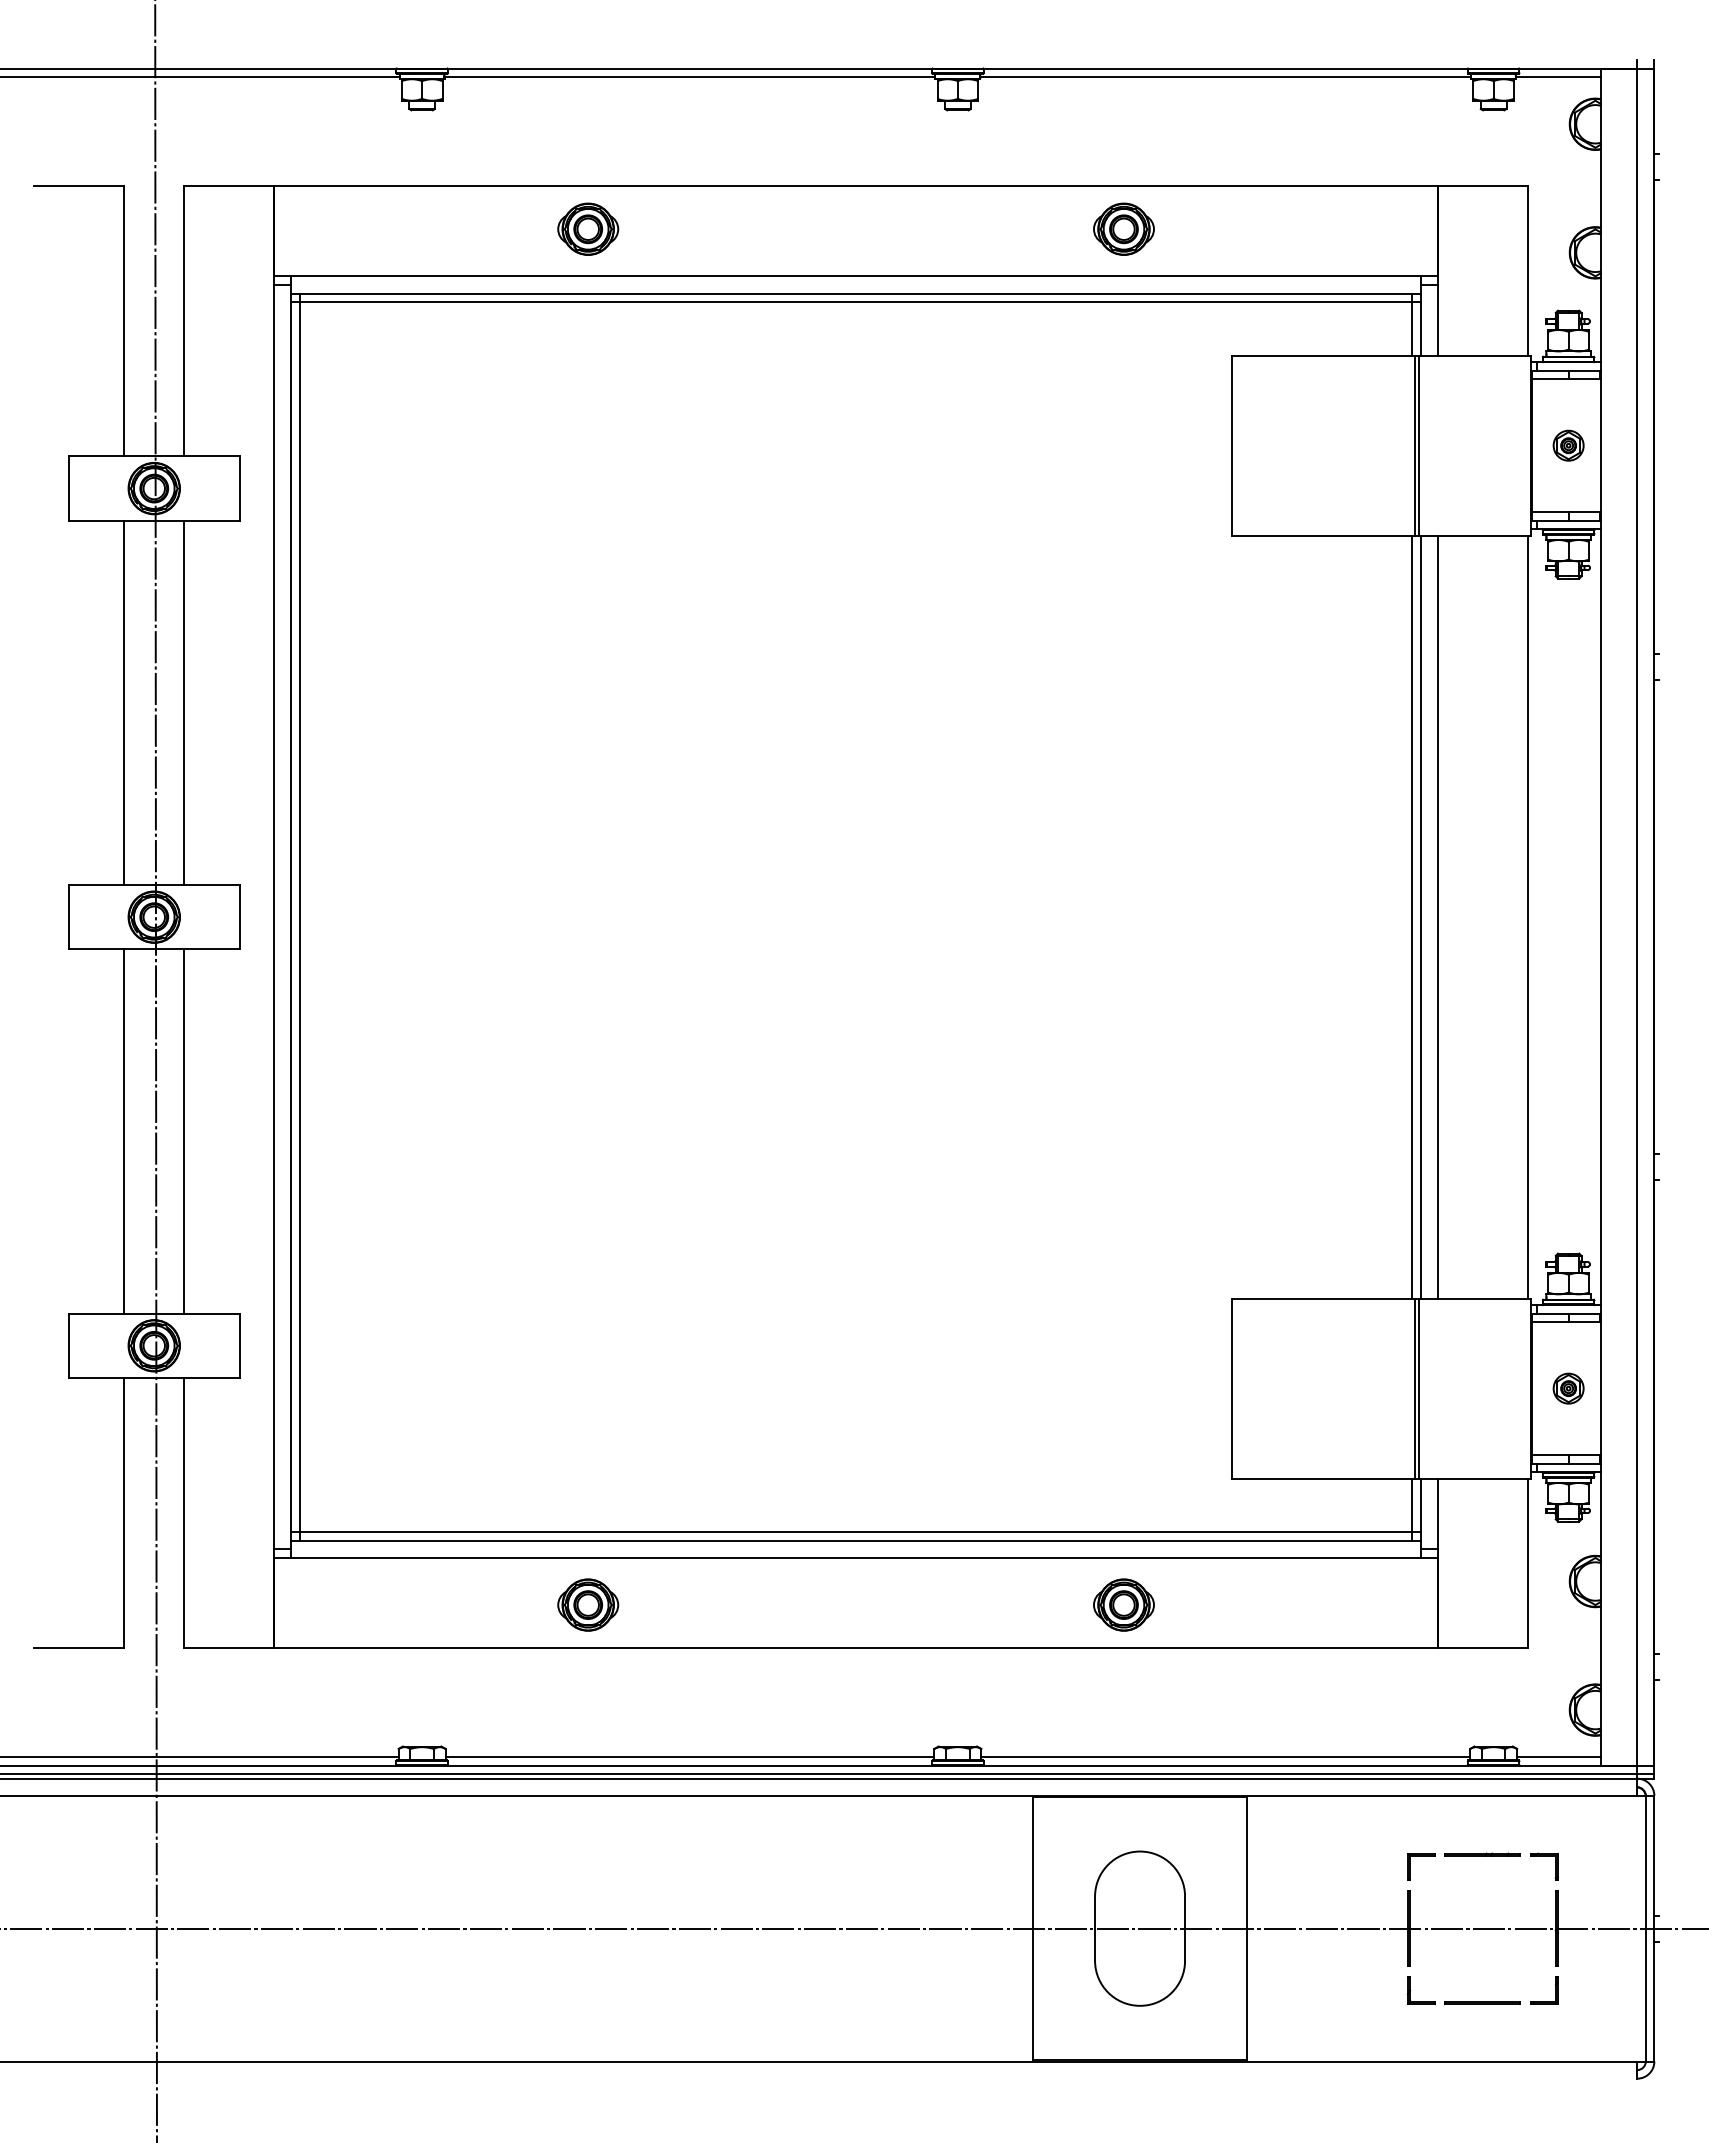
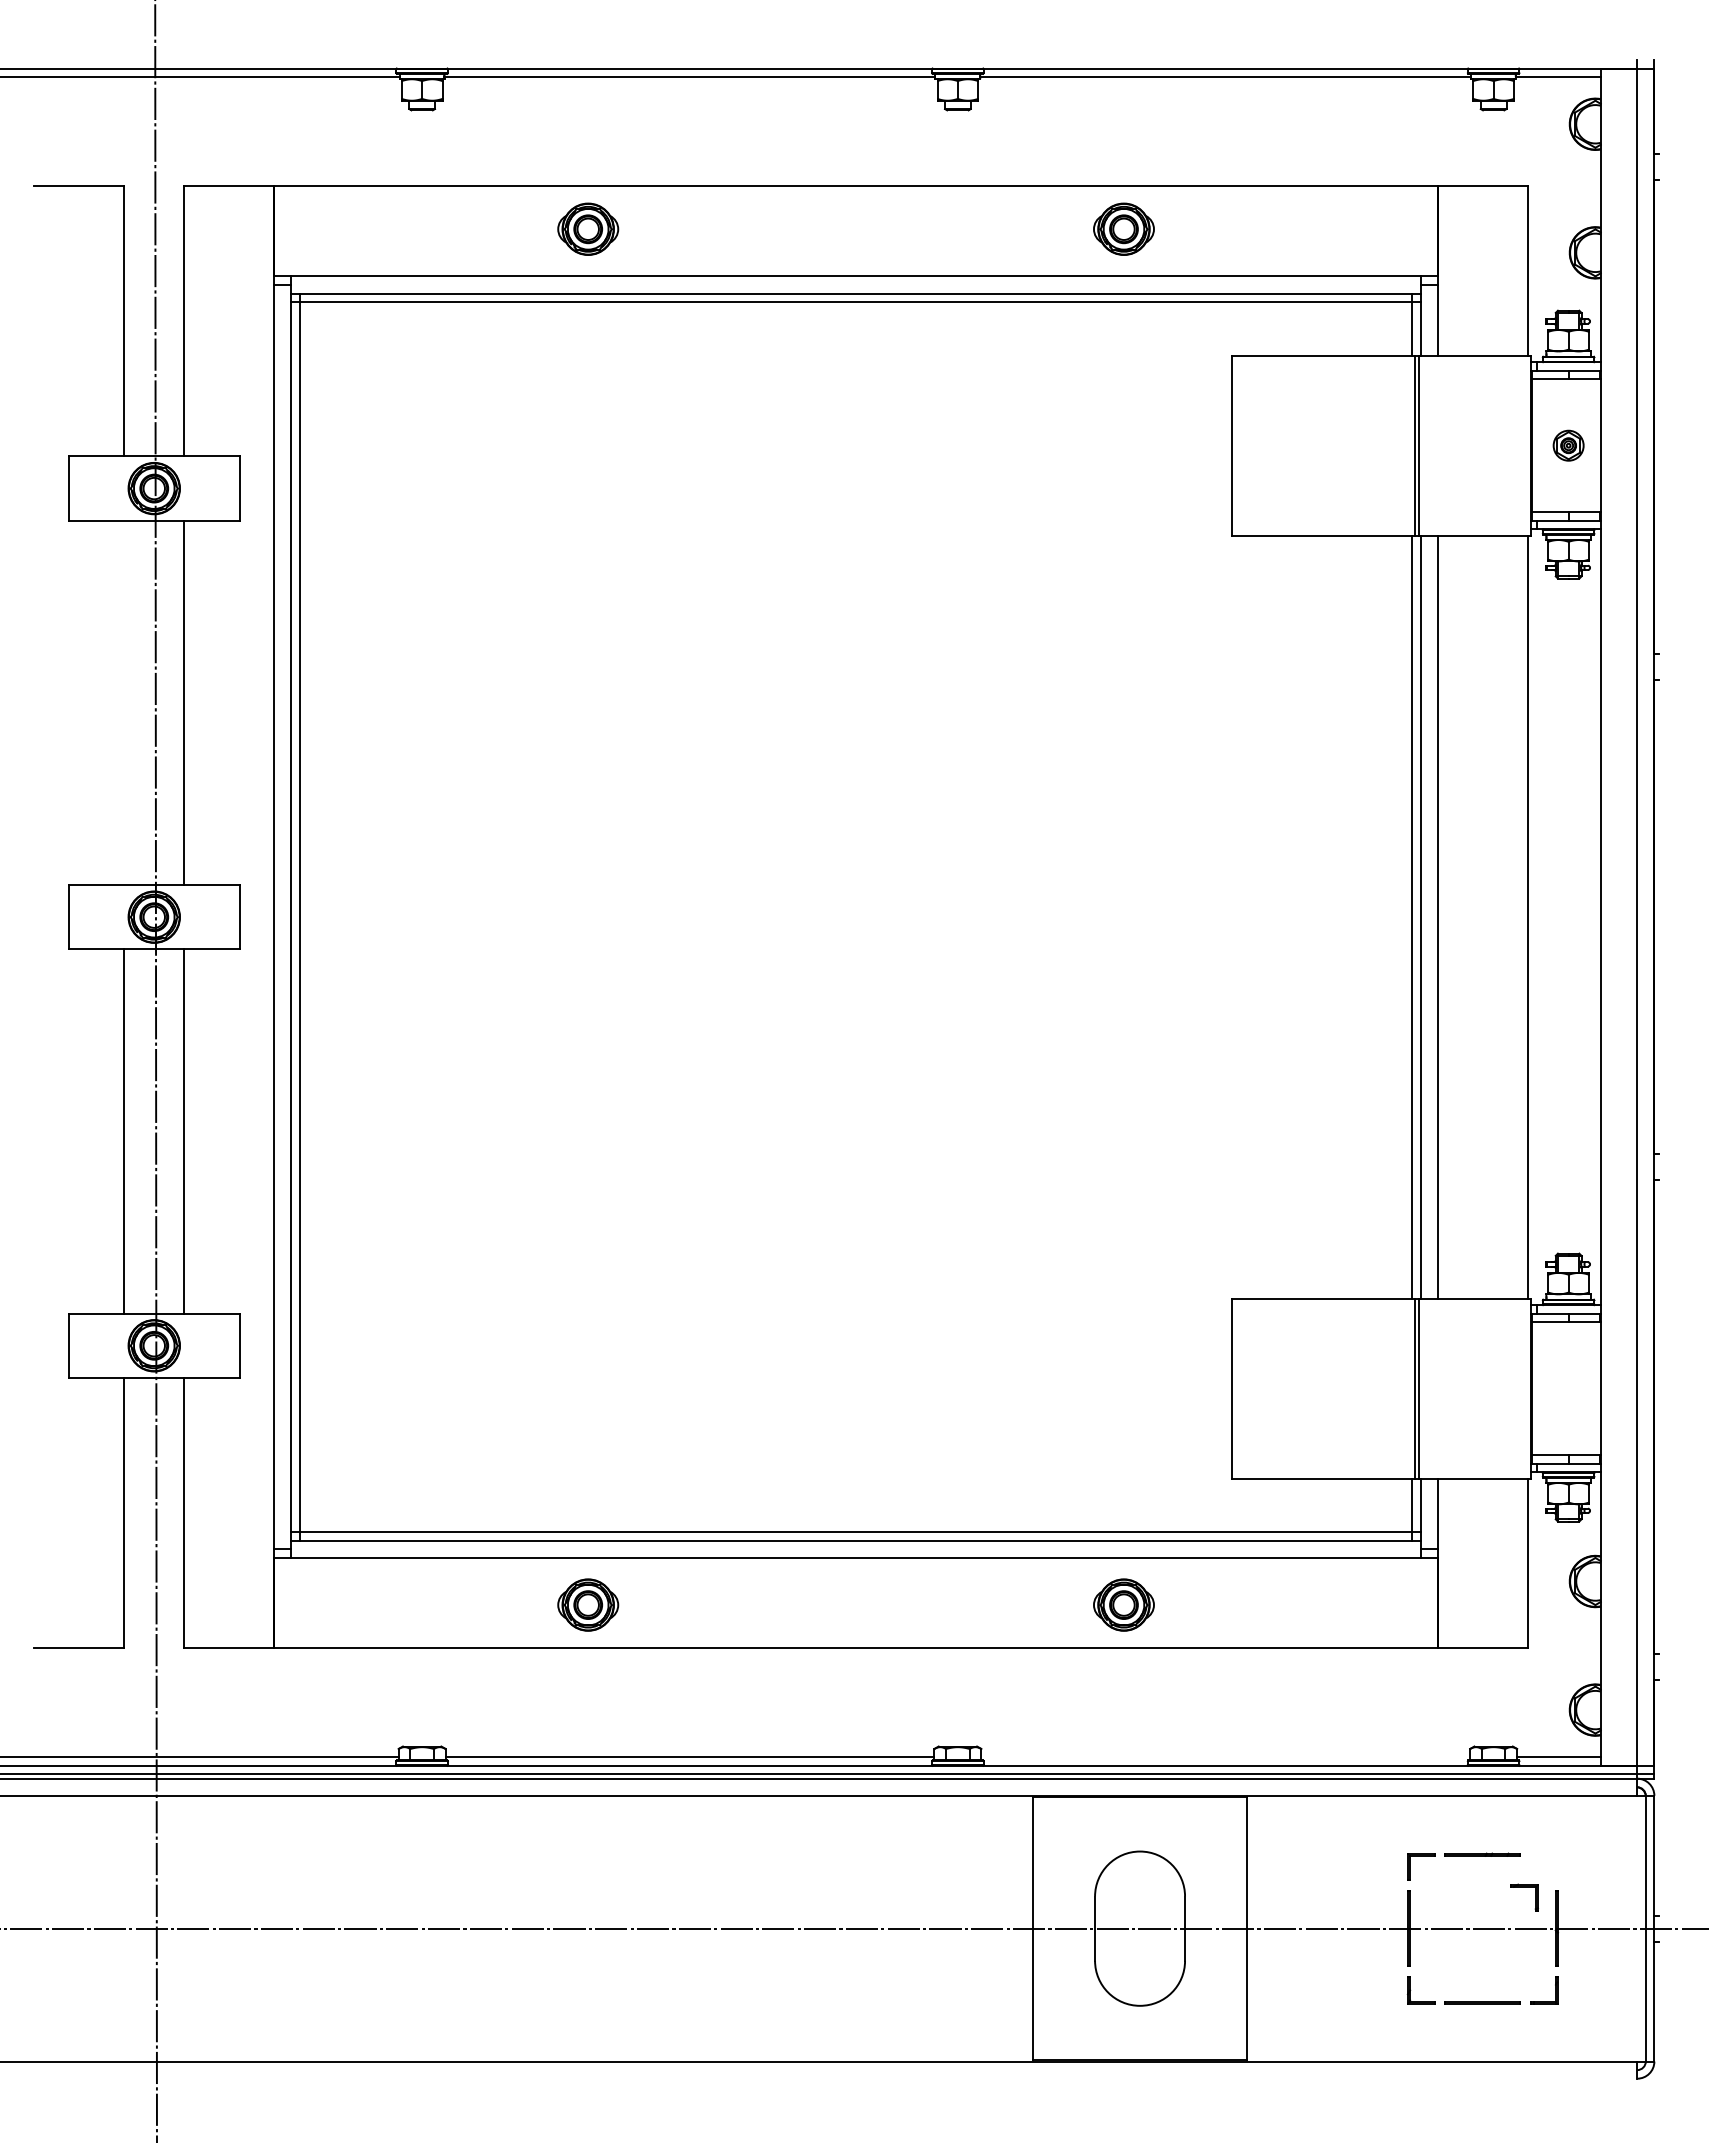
line at (124, 702): present -> none
part at (1568, 1388): present -> none
line at (1225, 1757): present -> none
part at (1544, 1856) position: (1544, 1856) -> (1524, 1887)
